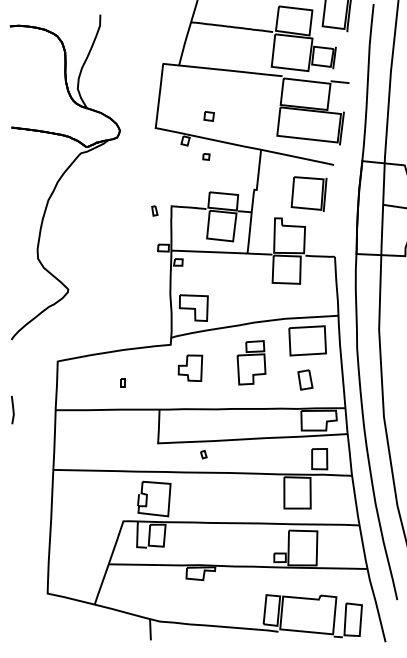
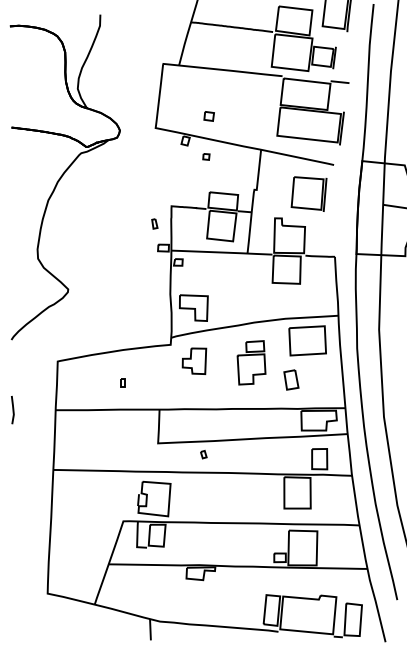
part at (154, 210) position: (154, 210) -> (154, 223)
part at (190, 367) position: (190, 367) -> (194, 360)
part at (305, 379) position: (305, 379) -> (291, 379)
